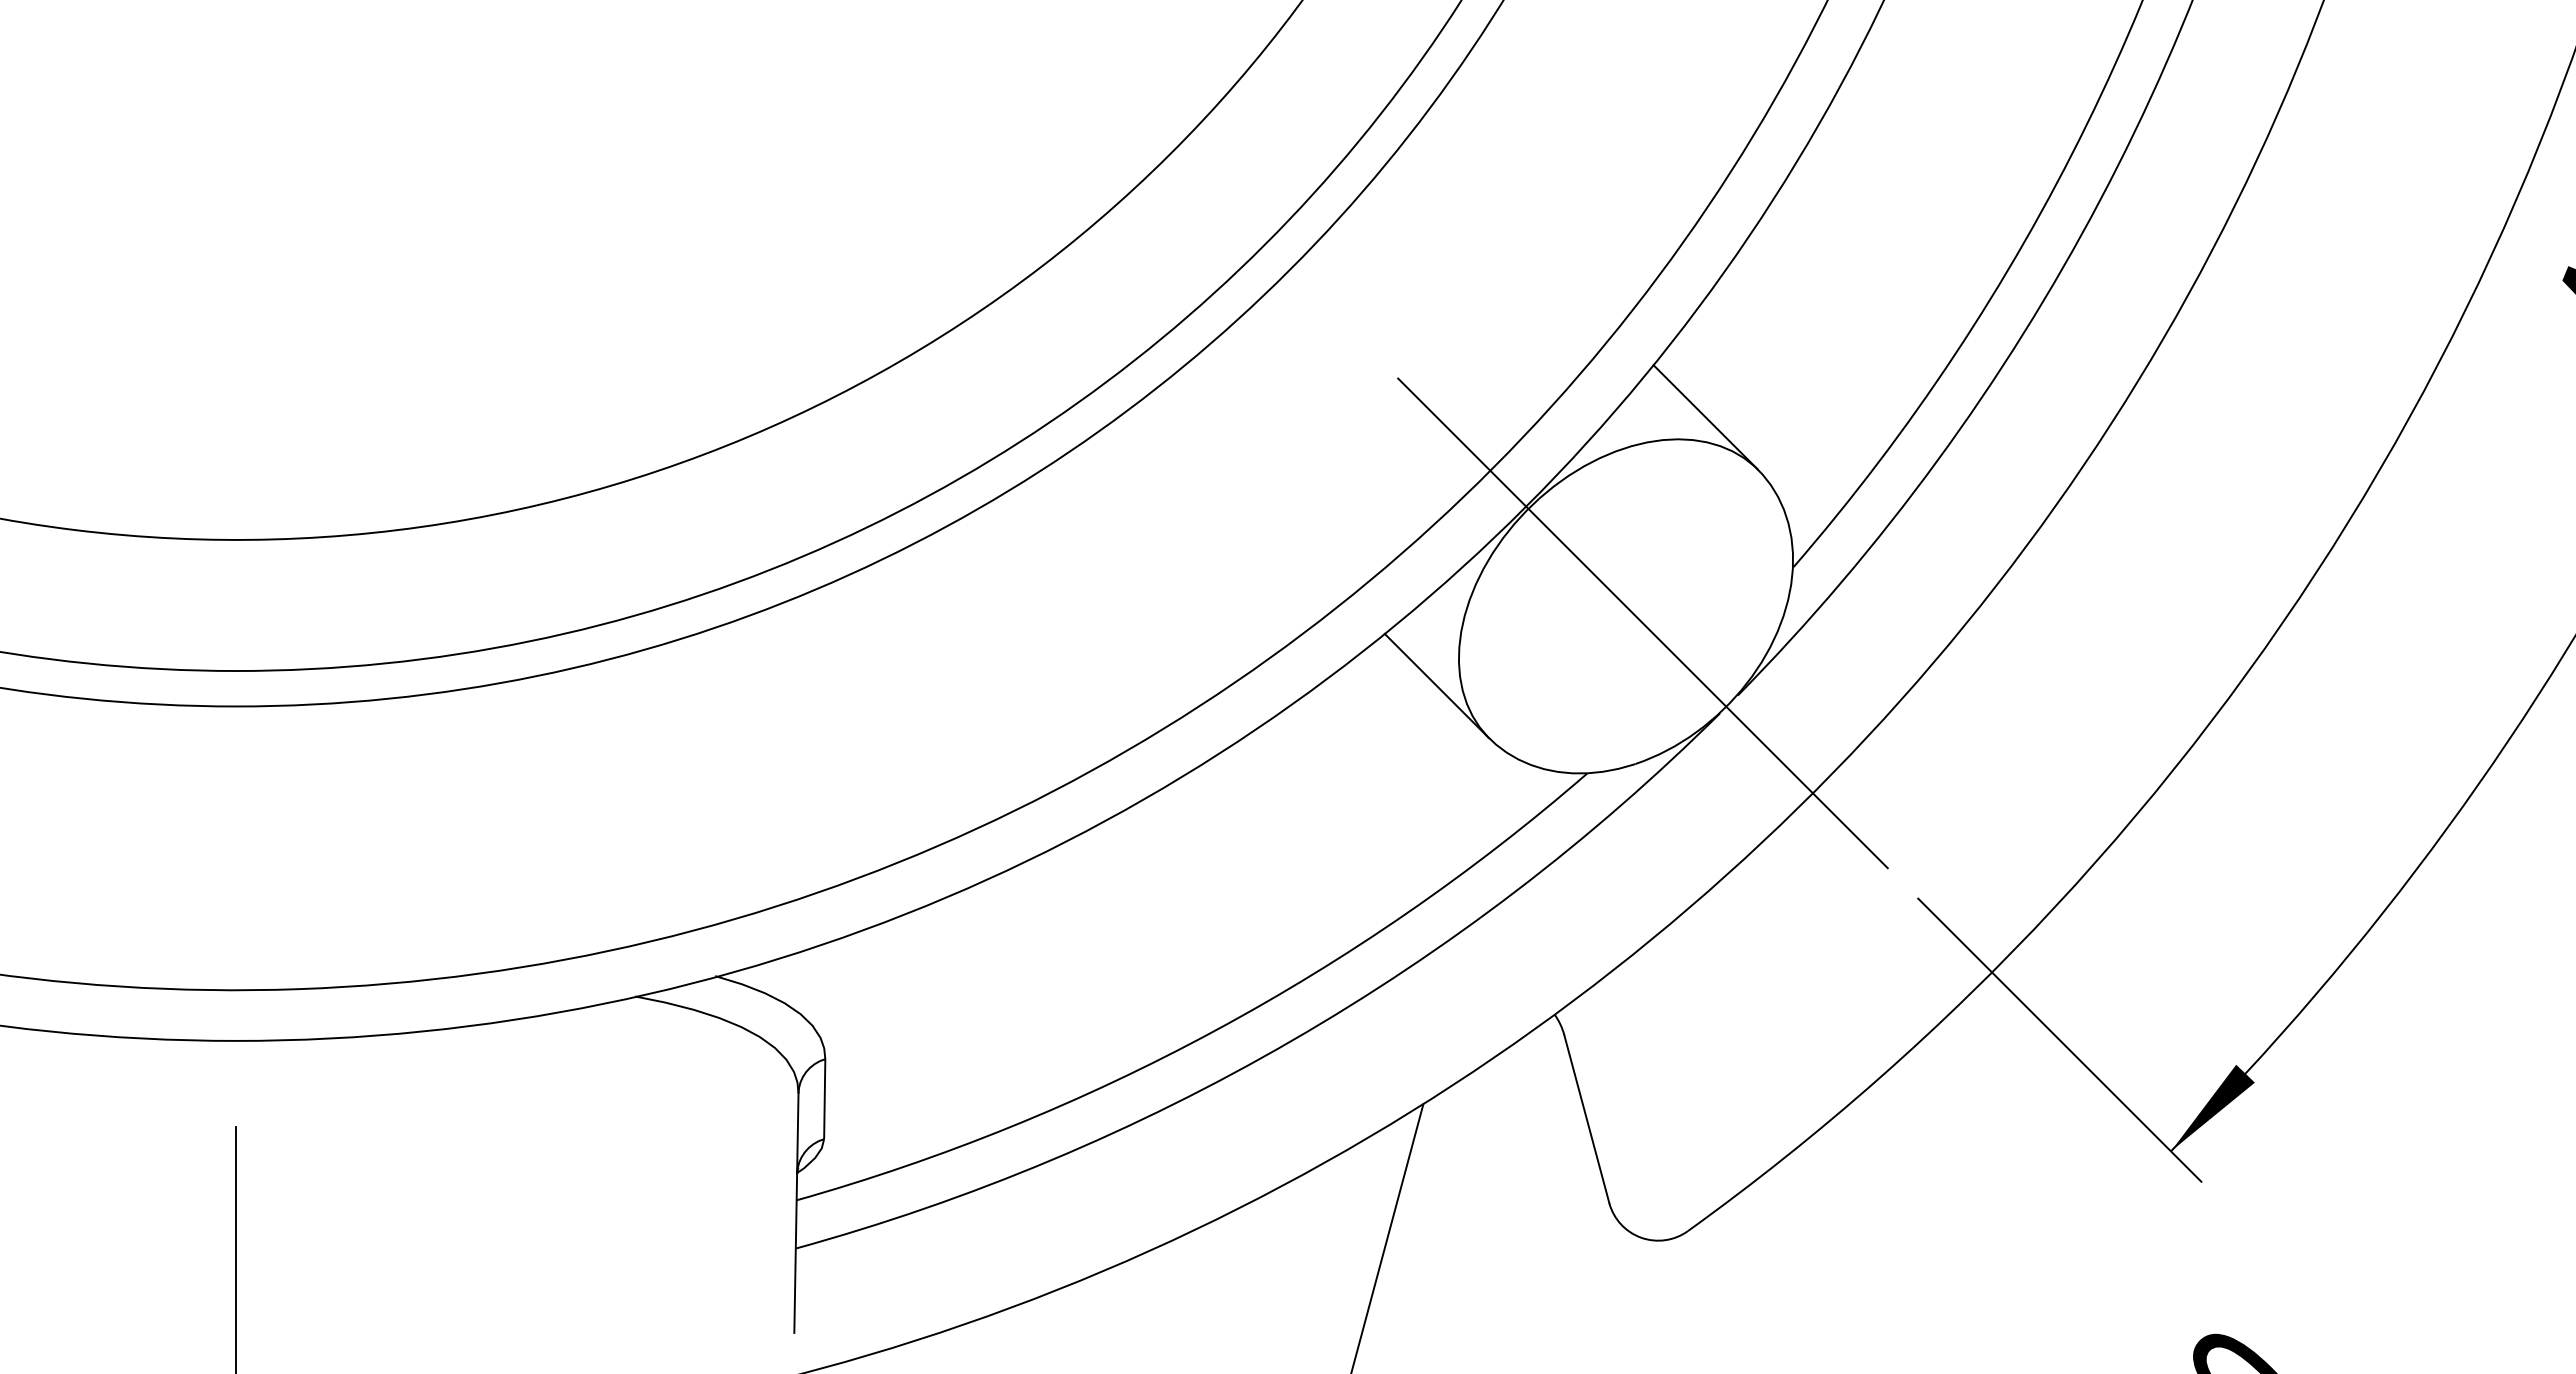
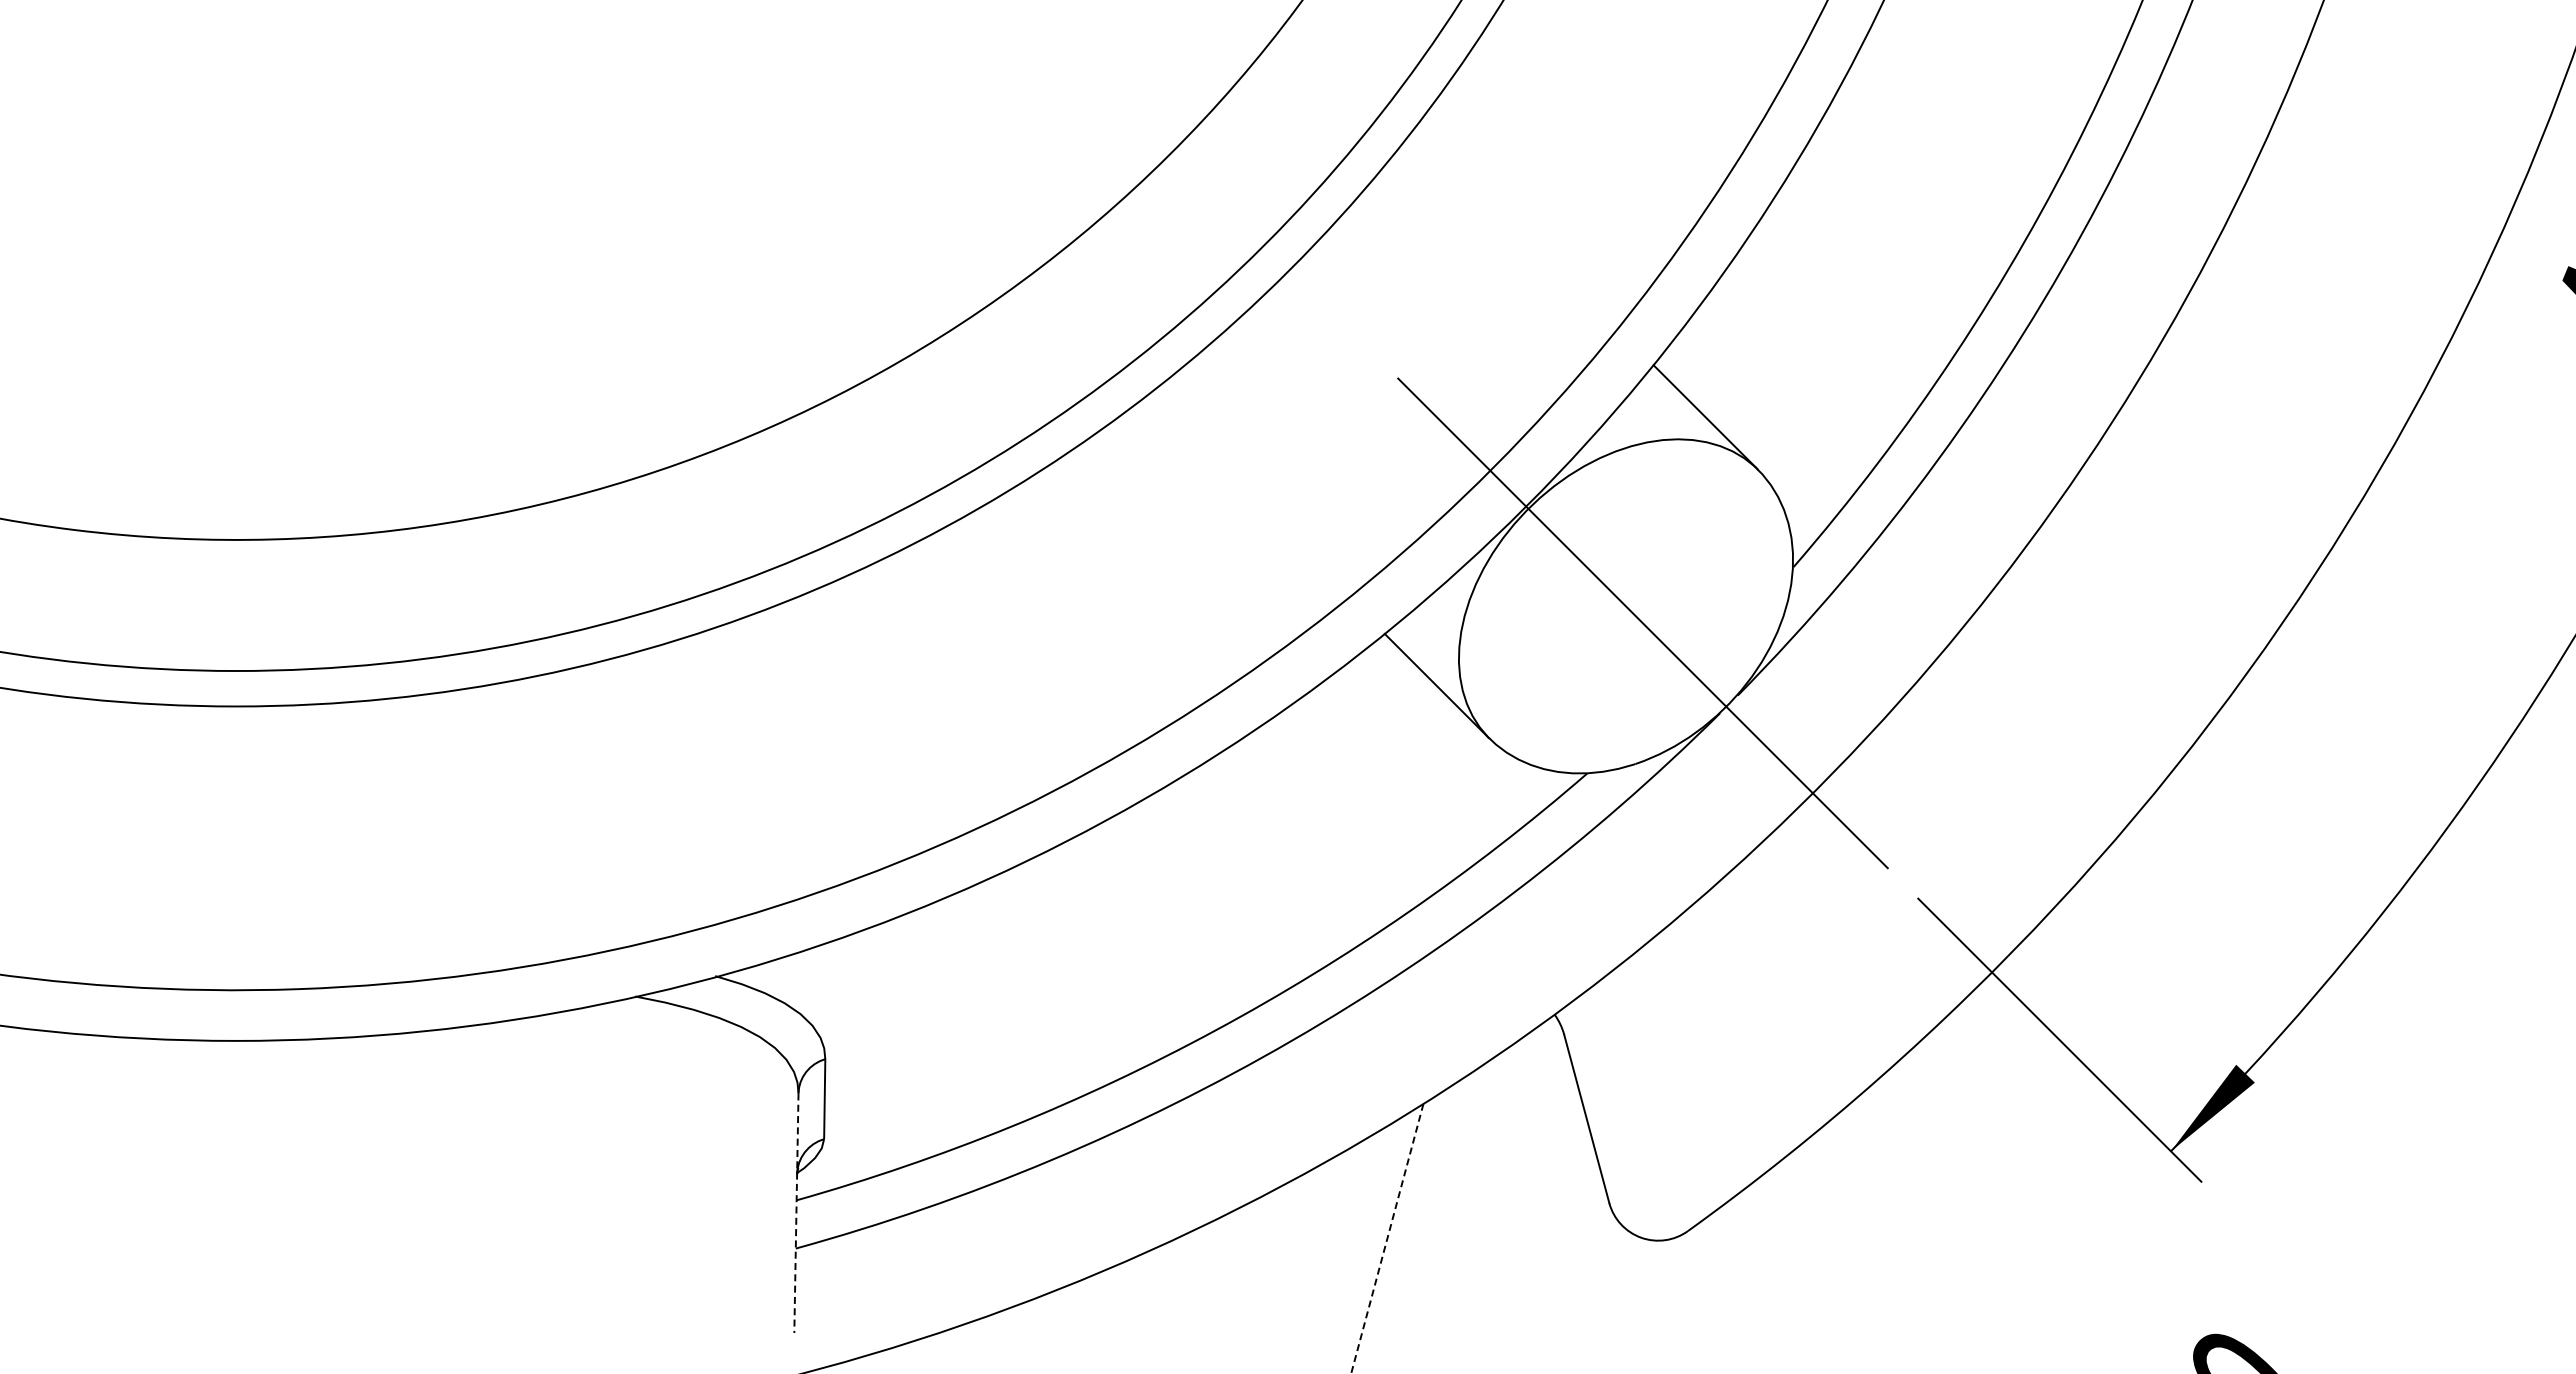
line at (796, 1213): solid -> dashed
line at (1387, 1239): solid -> dashed
line at (236, 1248): present -> none
